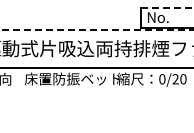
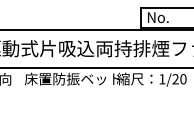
line at (167, 7): dashed -> solid
line at (97, 29): dashed -> solid
text at (162, 79): 0/20 -> 1/20
